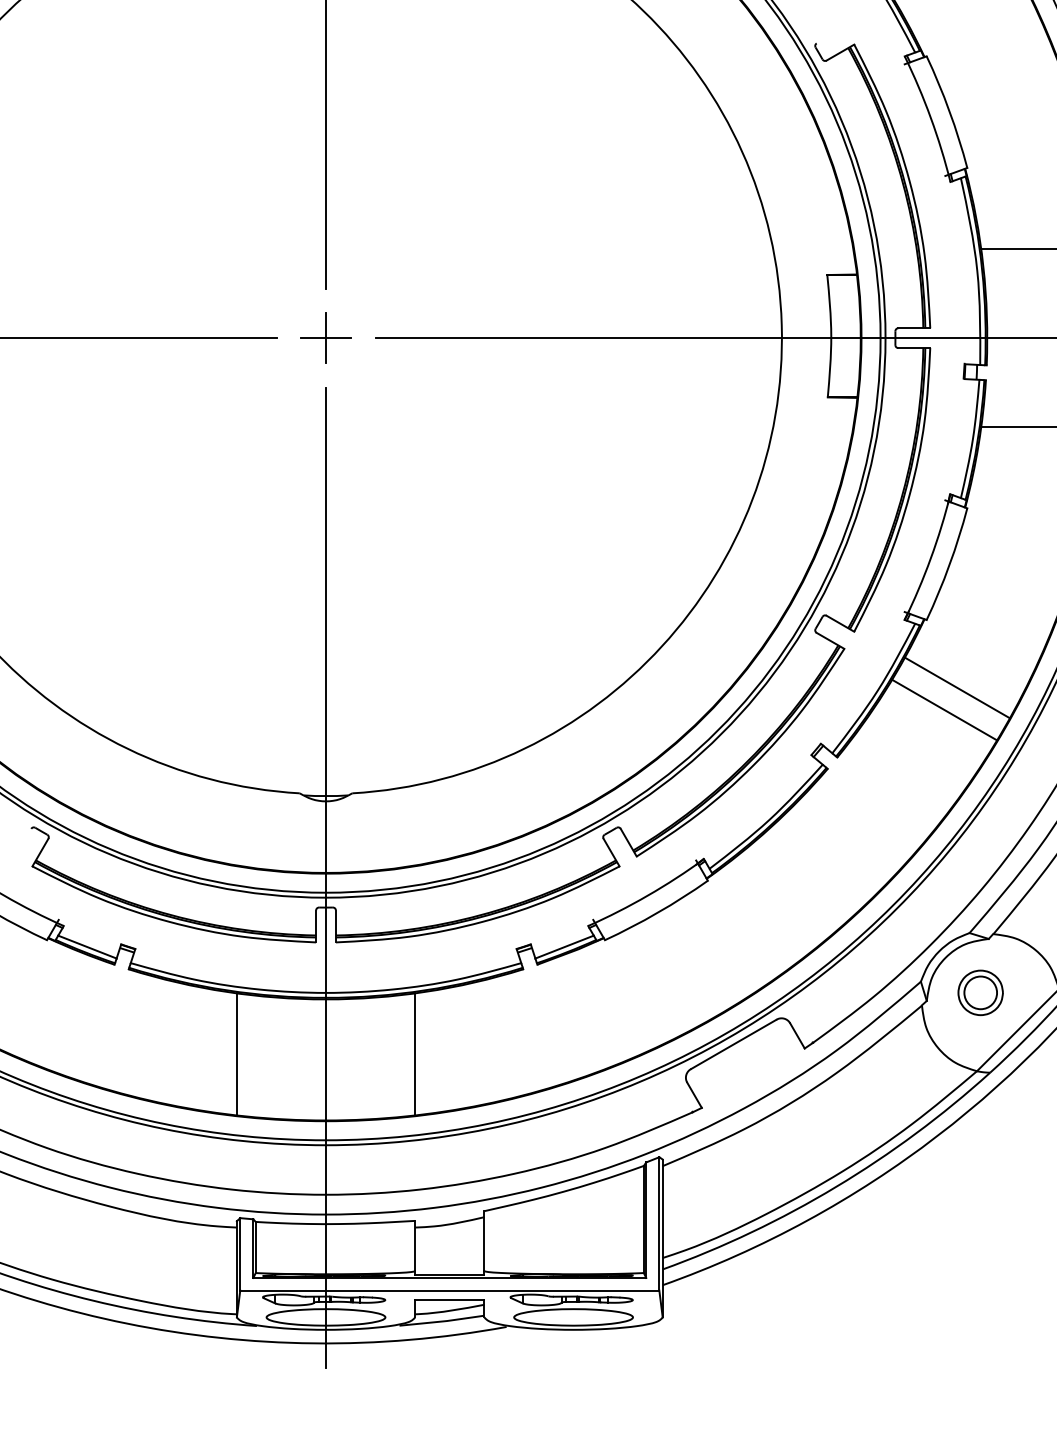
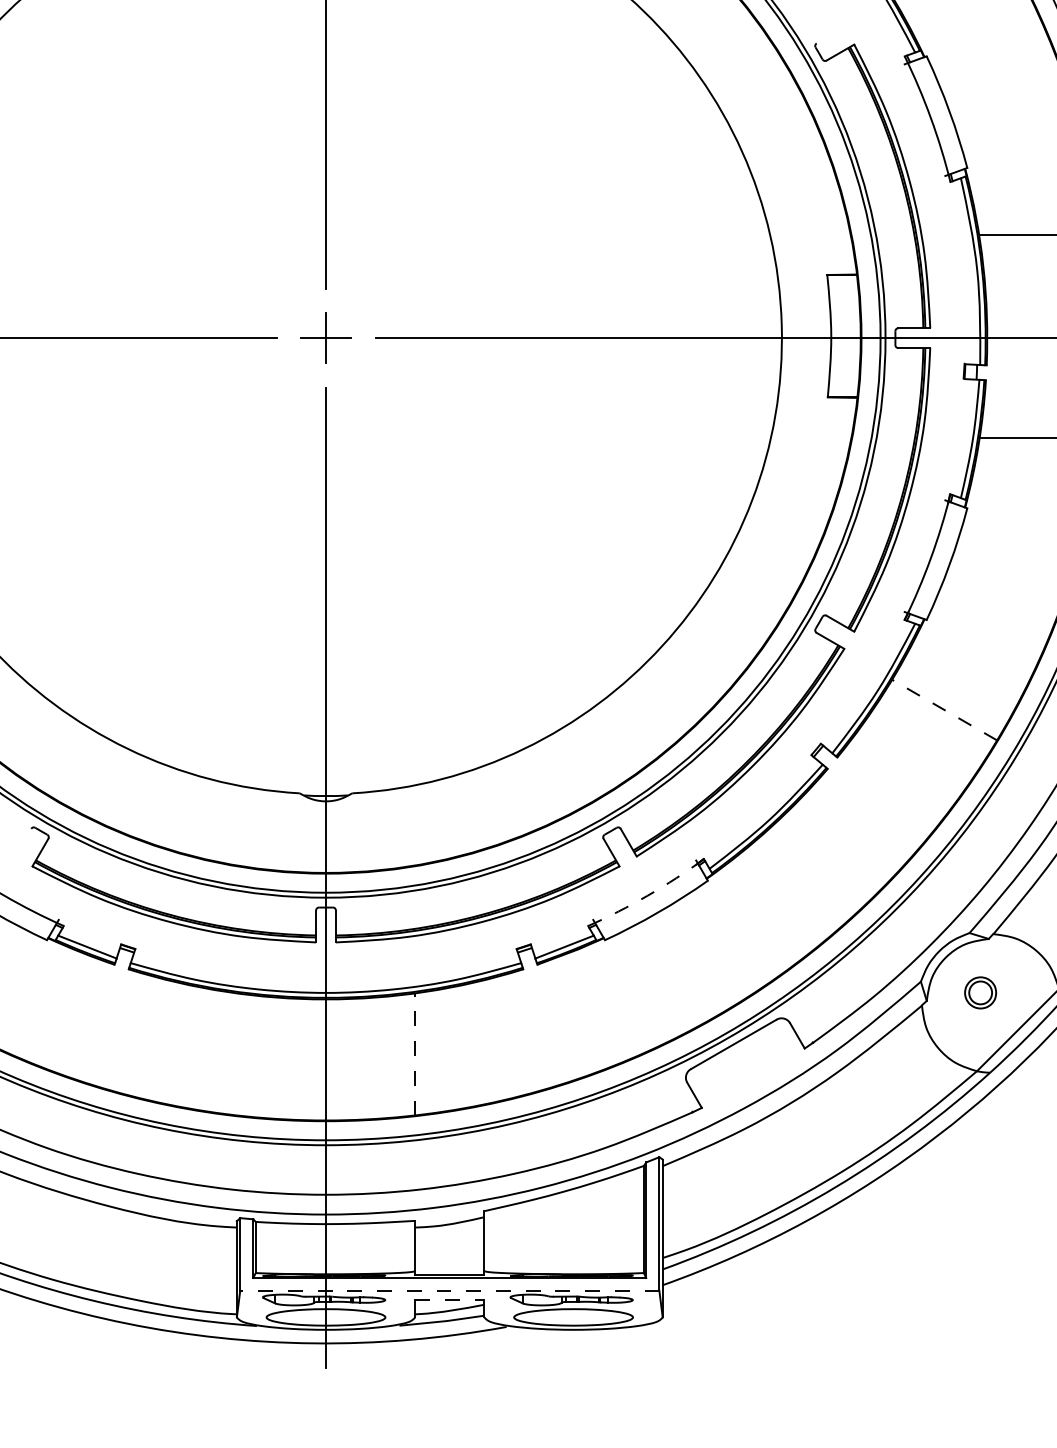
line at (1017, 249) position: (1017, 249) -> (1017, 235)
line at (1017, 427) position: (1017, 427) -> (1017, 438)
line at (956, 687): present -> none
line at (944, 710): solid -> dashed
arc at (647, 895): solid -> dashed
part at (980, 992) size: 47x48 px -> 34x34 px
line at (415, 1053): solid -> dashed
line at (236, 1054): present -> none
line at (449, 1290): solid -> dashed
line at (449, 1300): solid -> dashed
